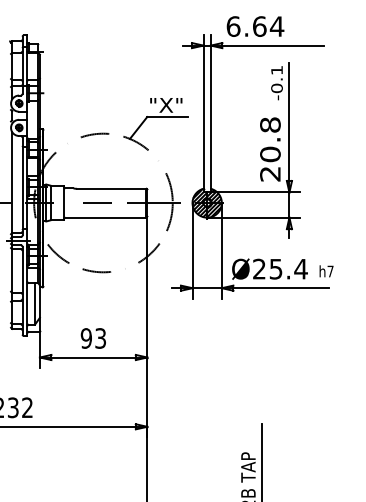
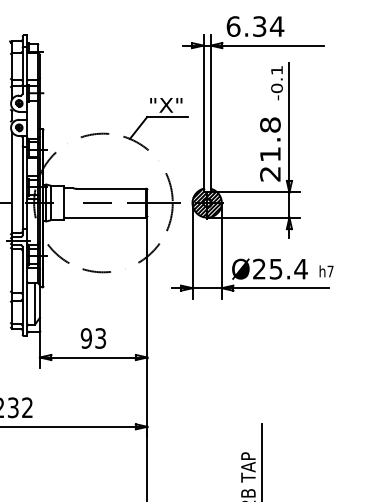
text at (259, 26): 6.64 -> 6.34
text at (270, 154): 20.8 -> 21.8
